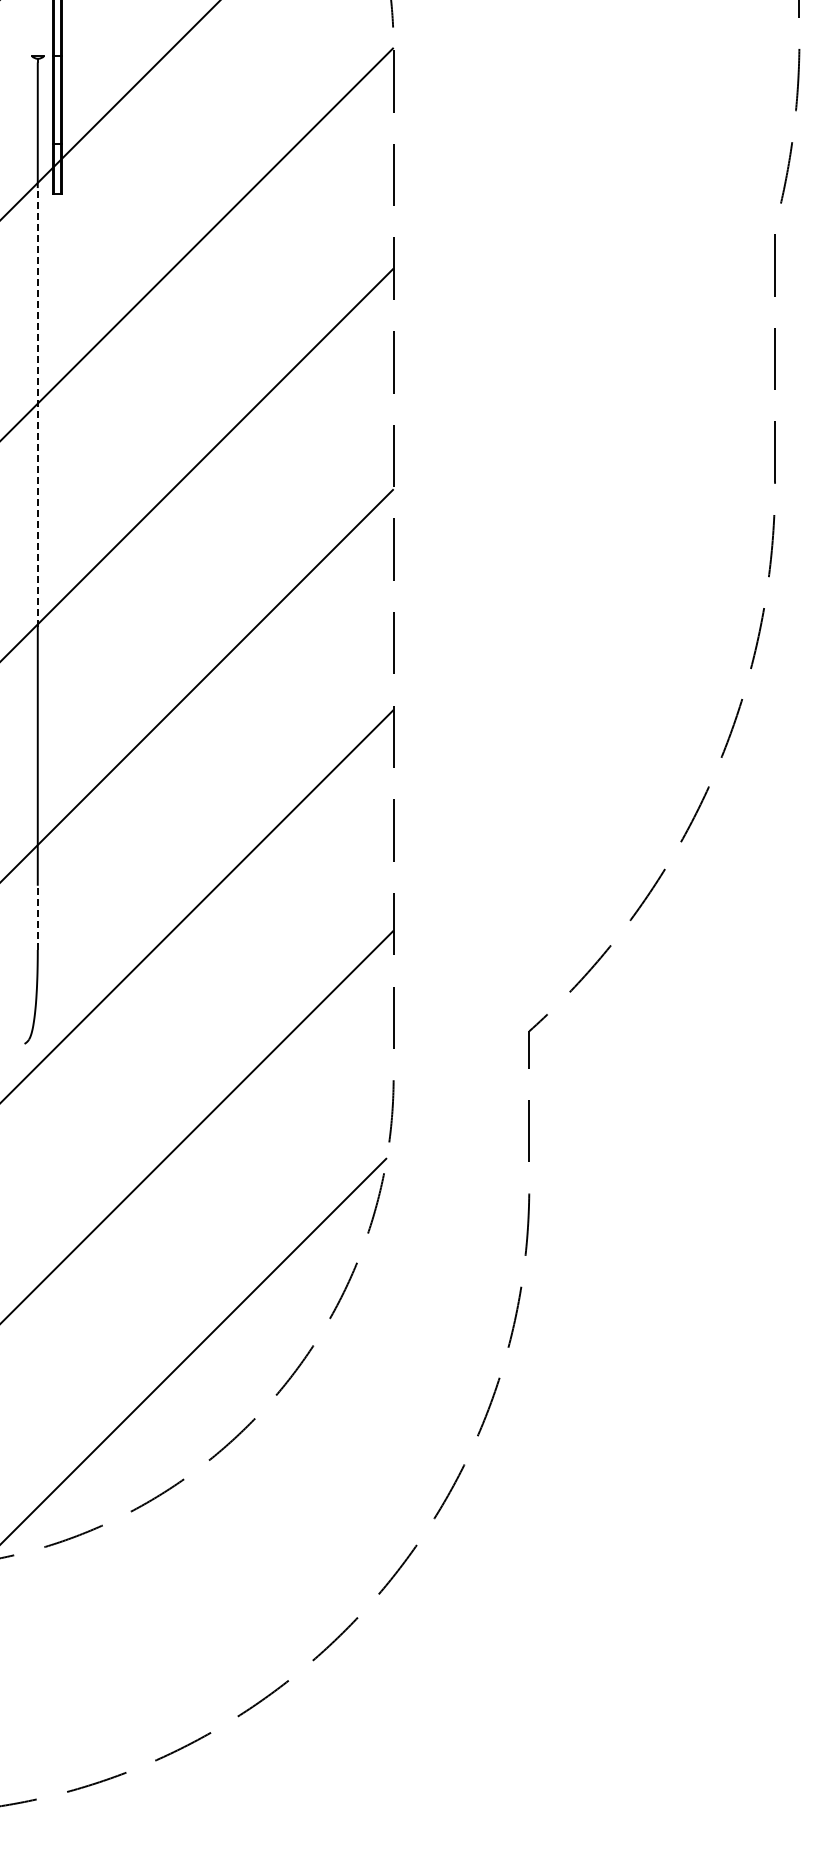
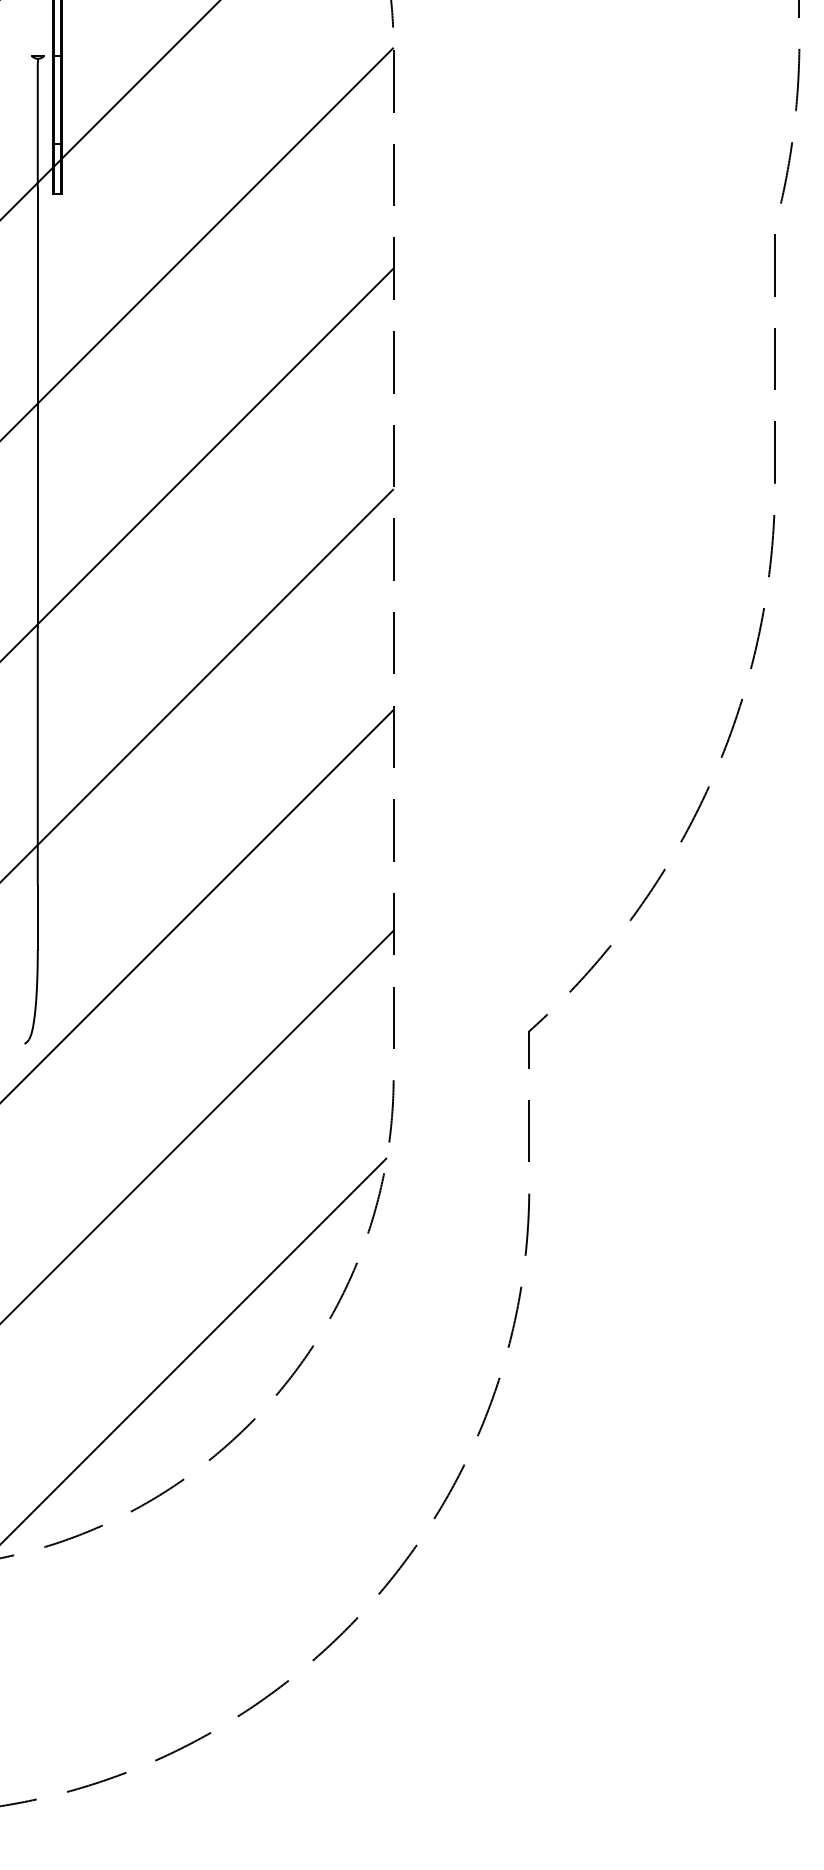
line at (37, 406): dashed -> solid
line at (37, 917): dashed -> solid
